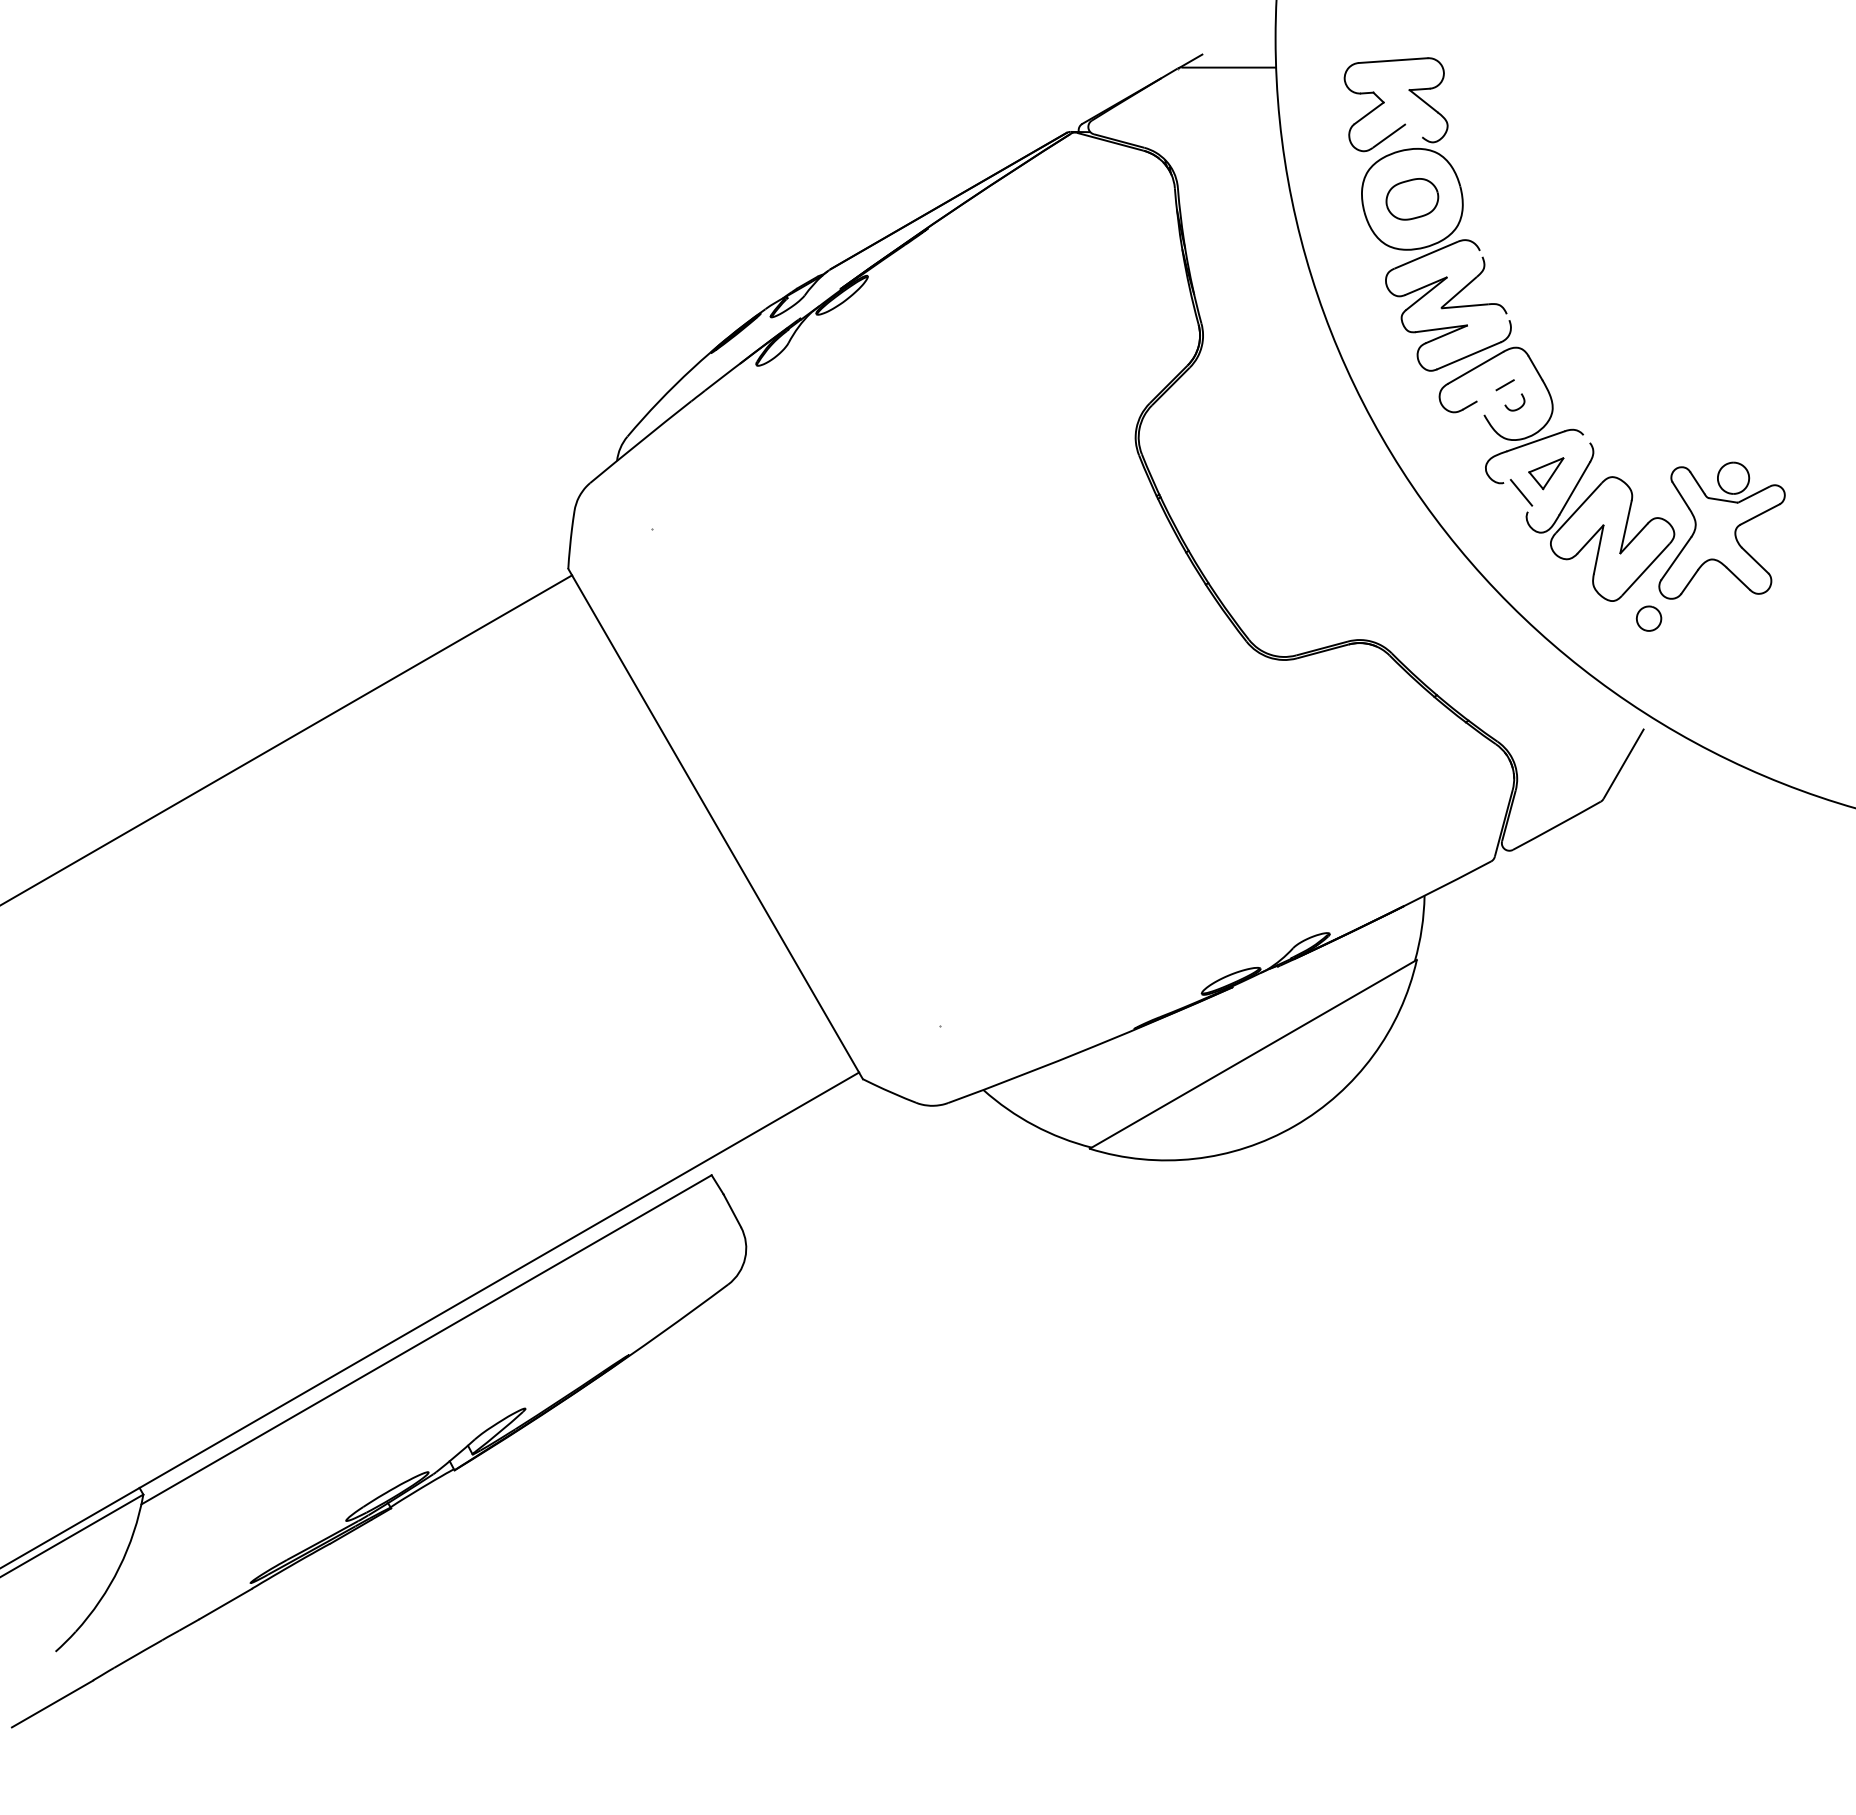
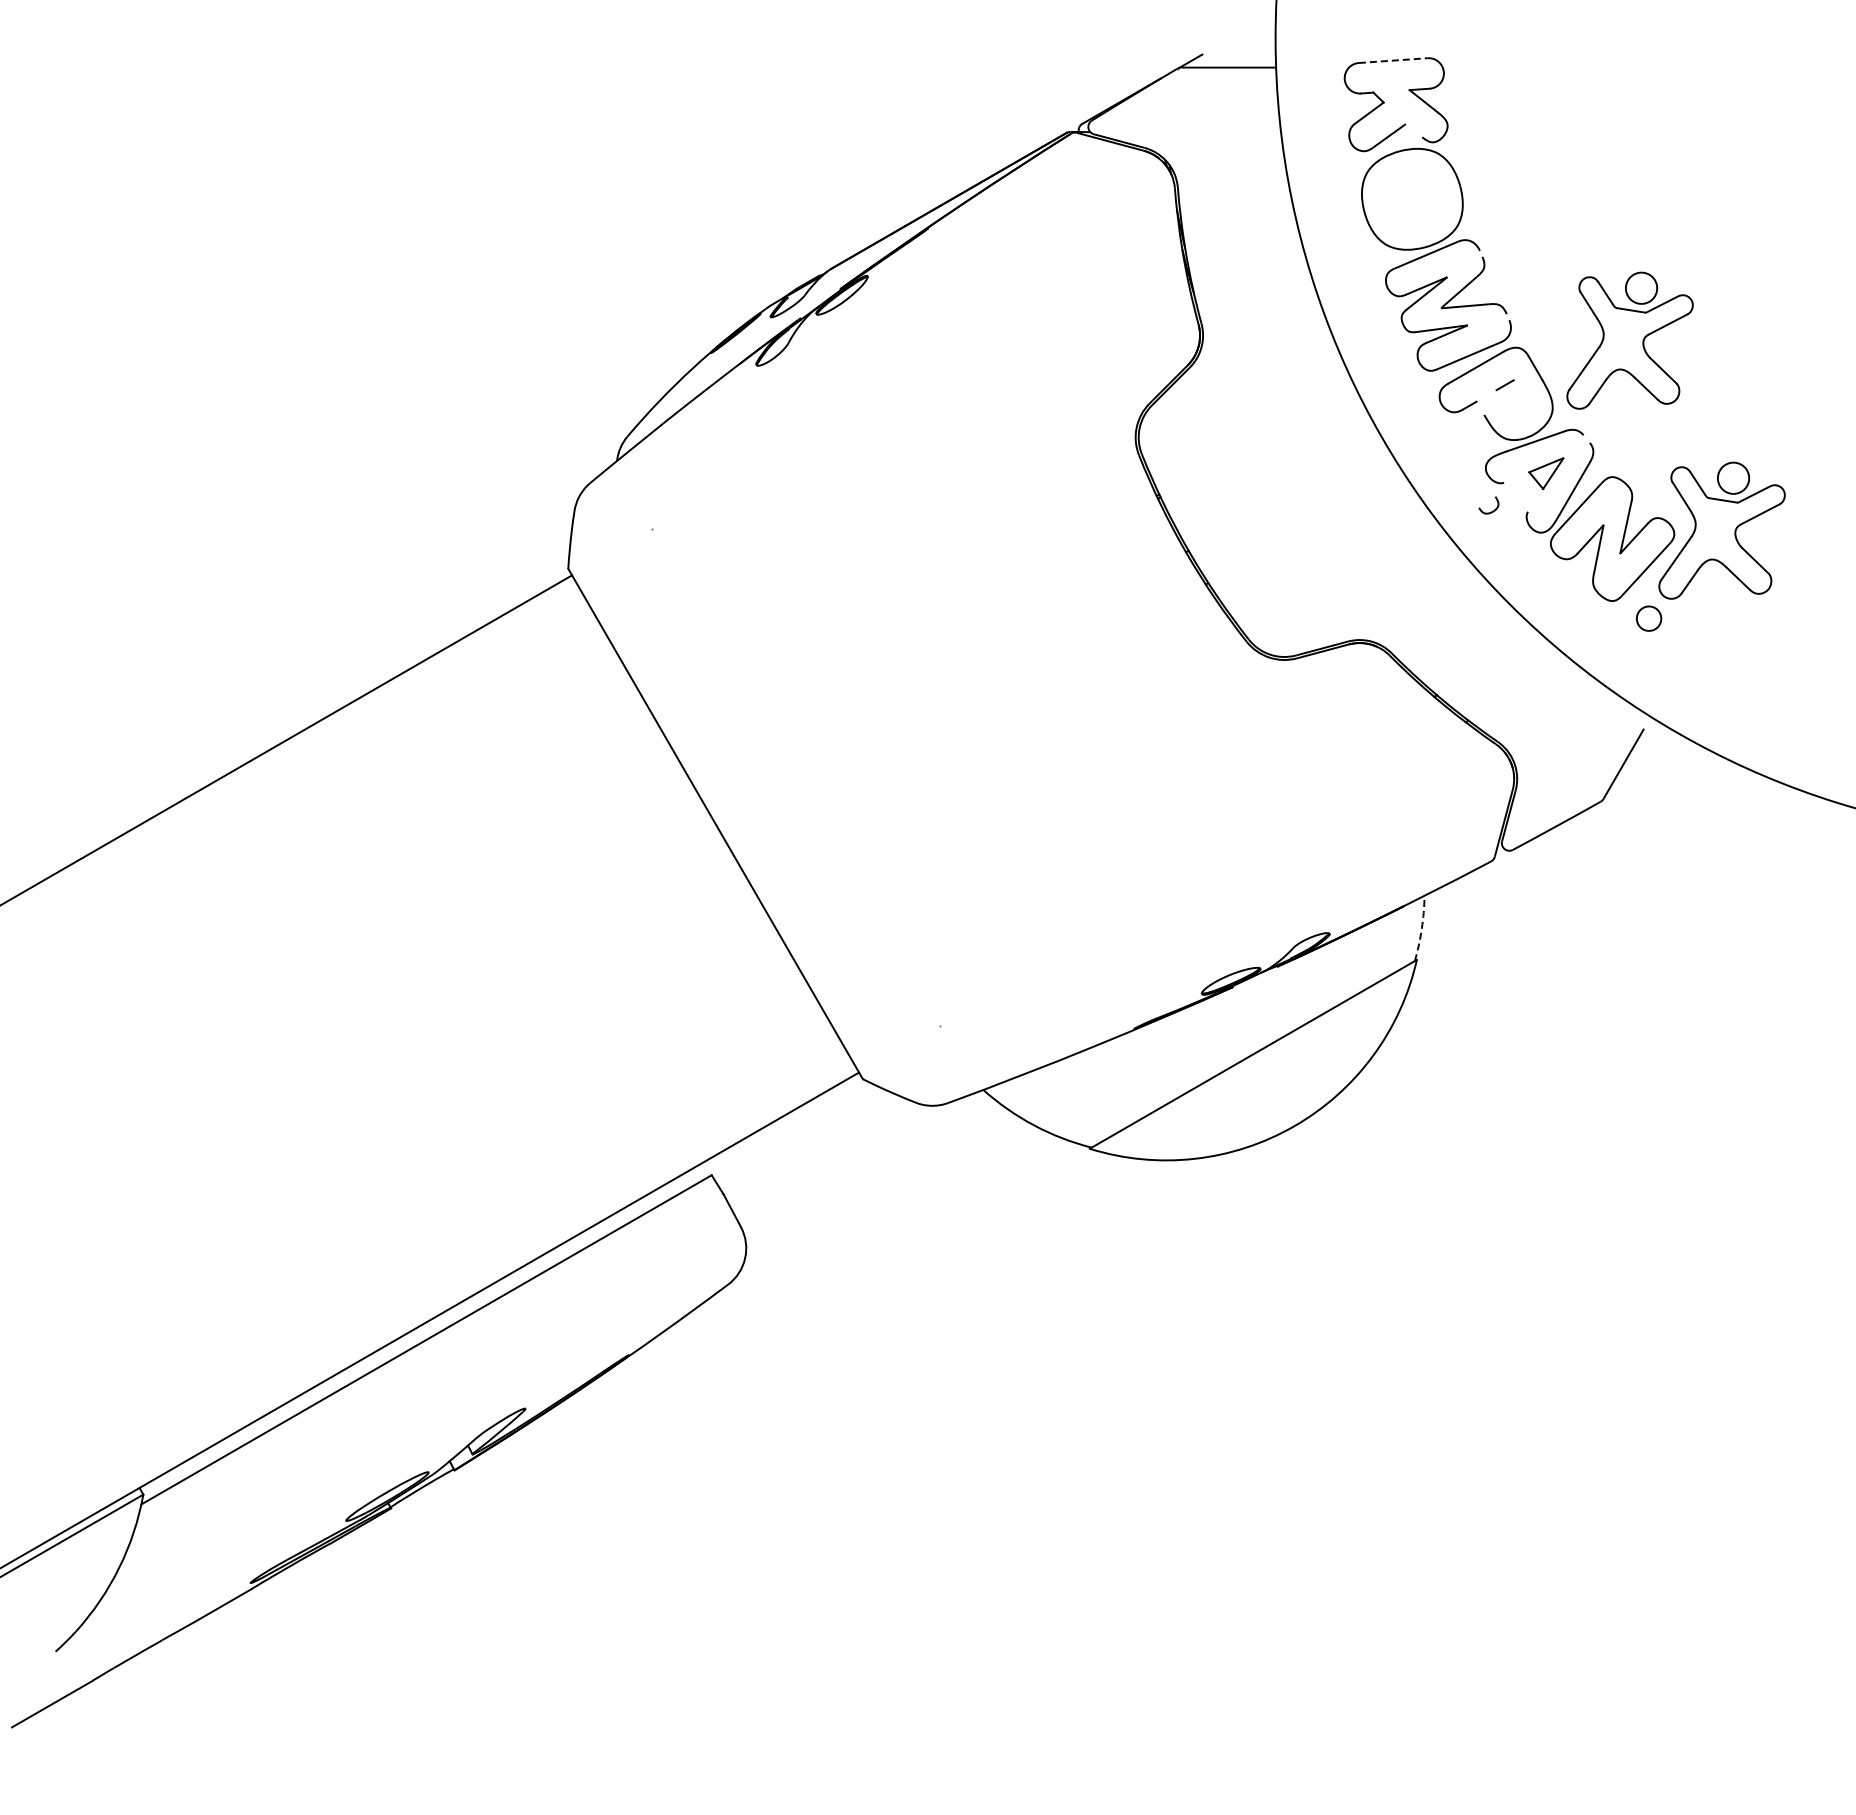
line at (1393, 60): solid -> dashed
part at (1412, 199): present -> none
part at (1629, 340): none -> present
curve at (1516, 408) position: (1516, 408) -> (1490, 511)
line at (1521, 492): present -> none
arc at (1421, 928): solid -> dashed
